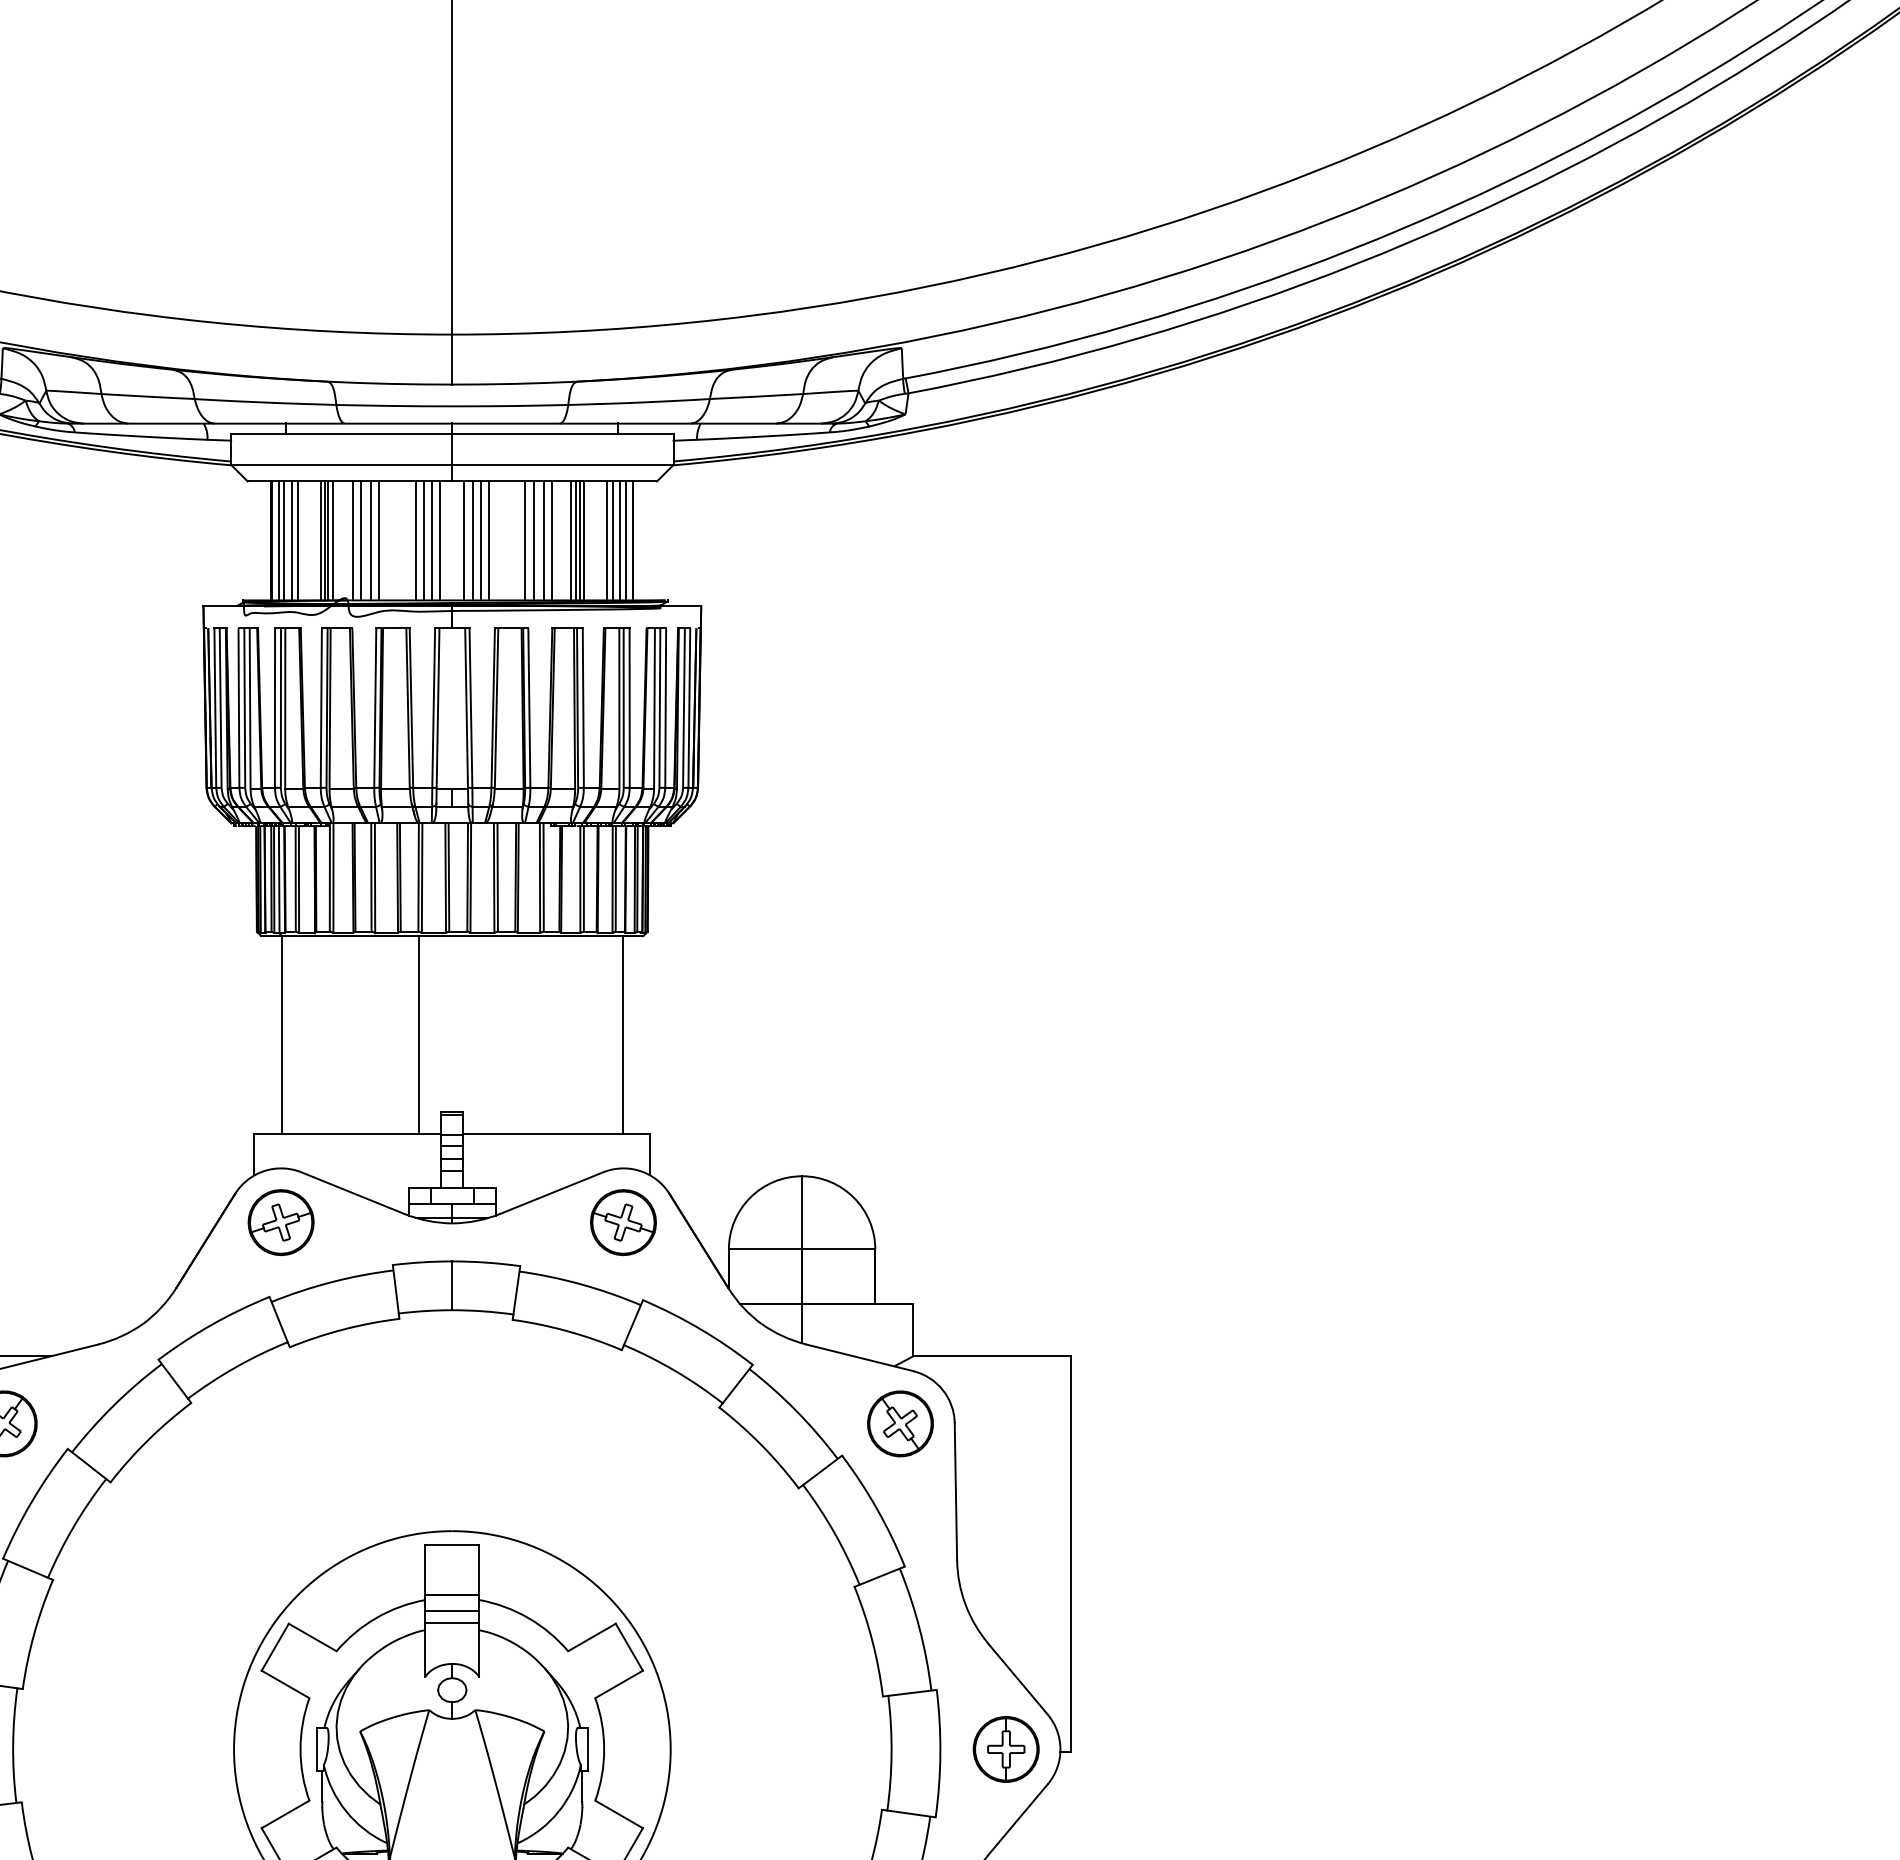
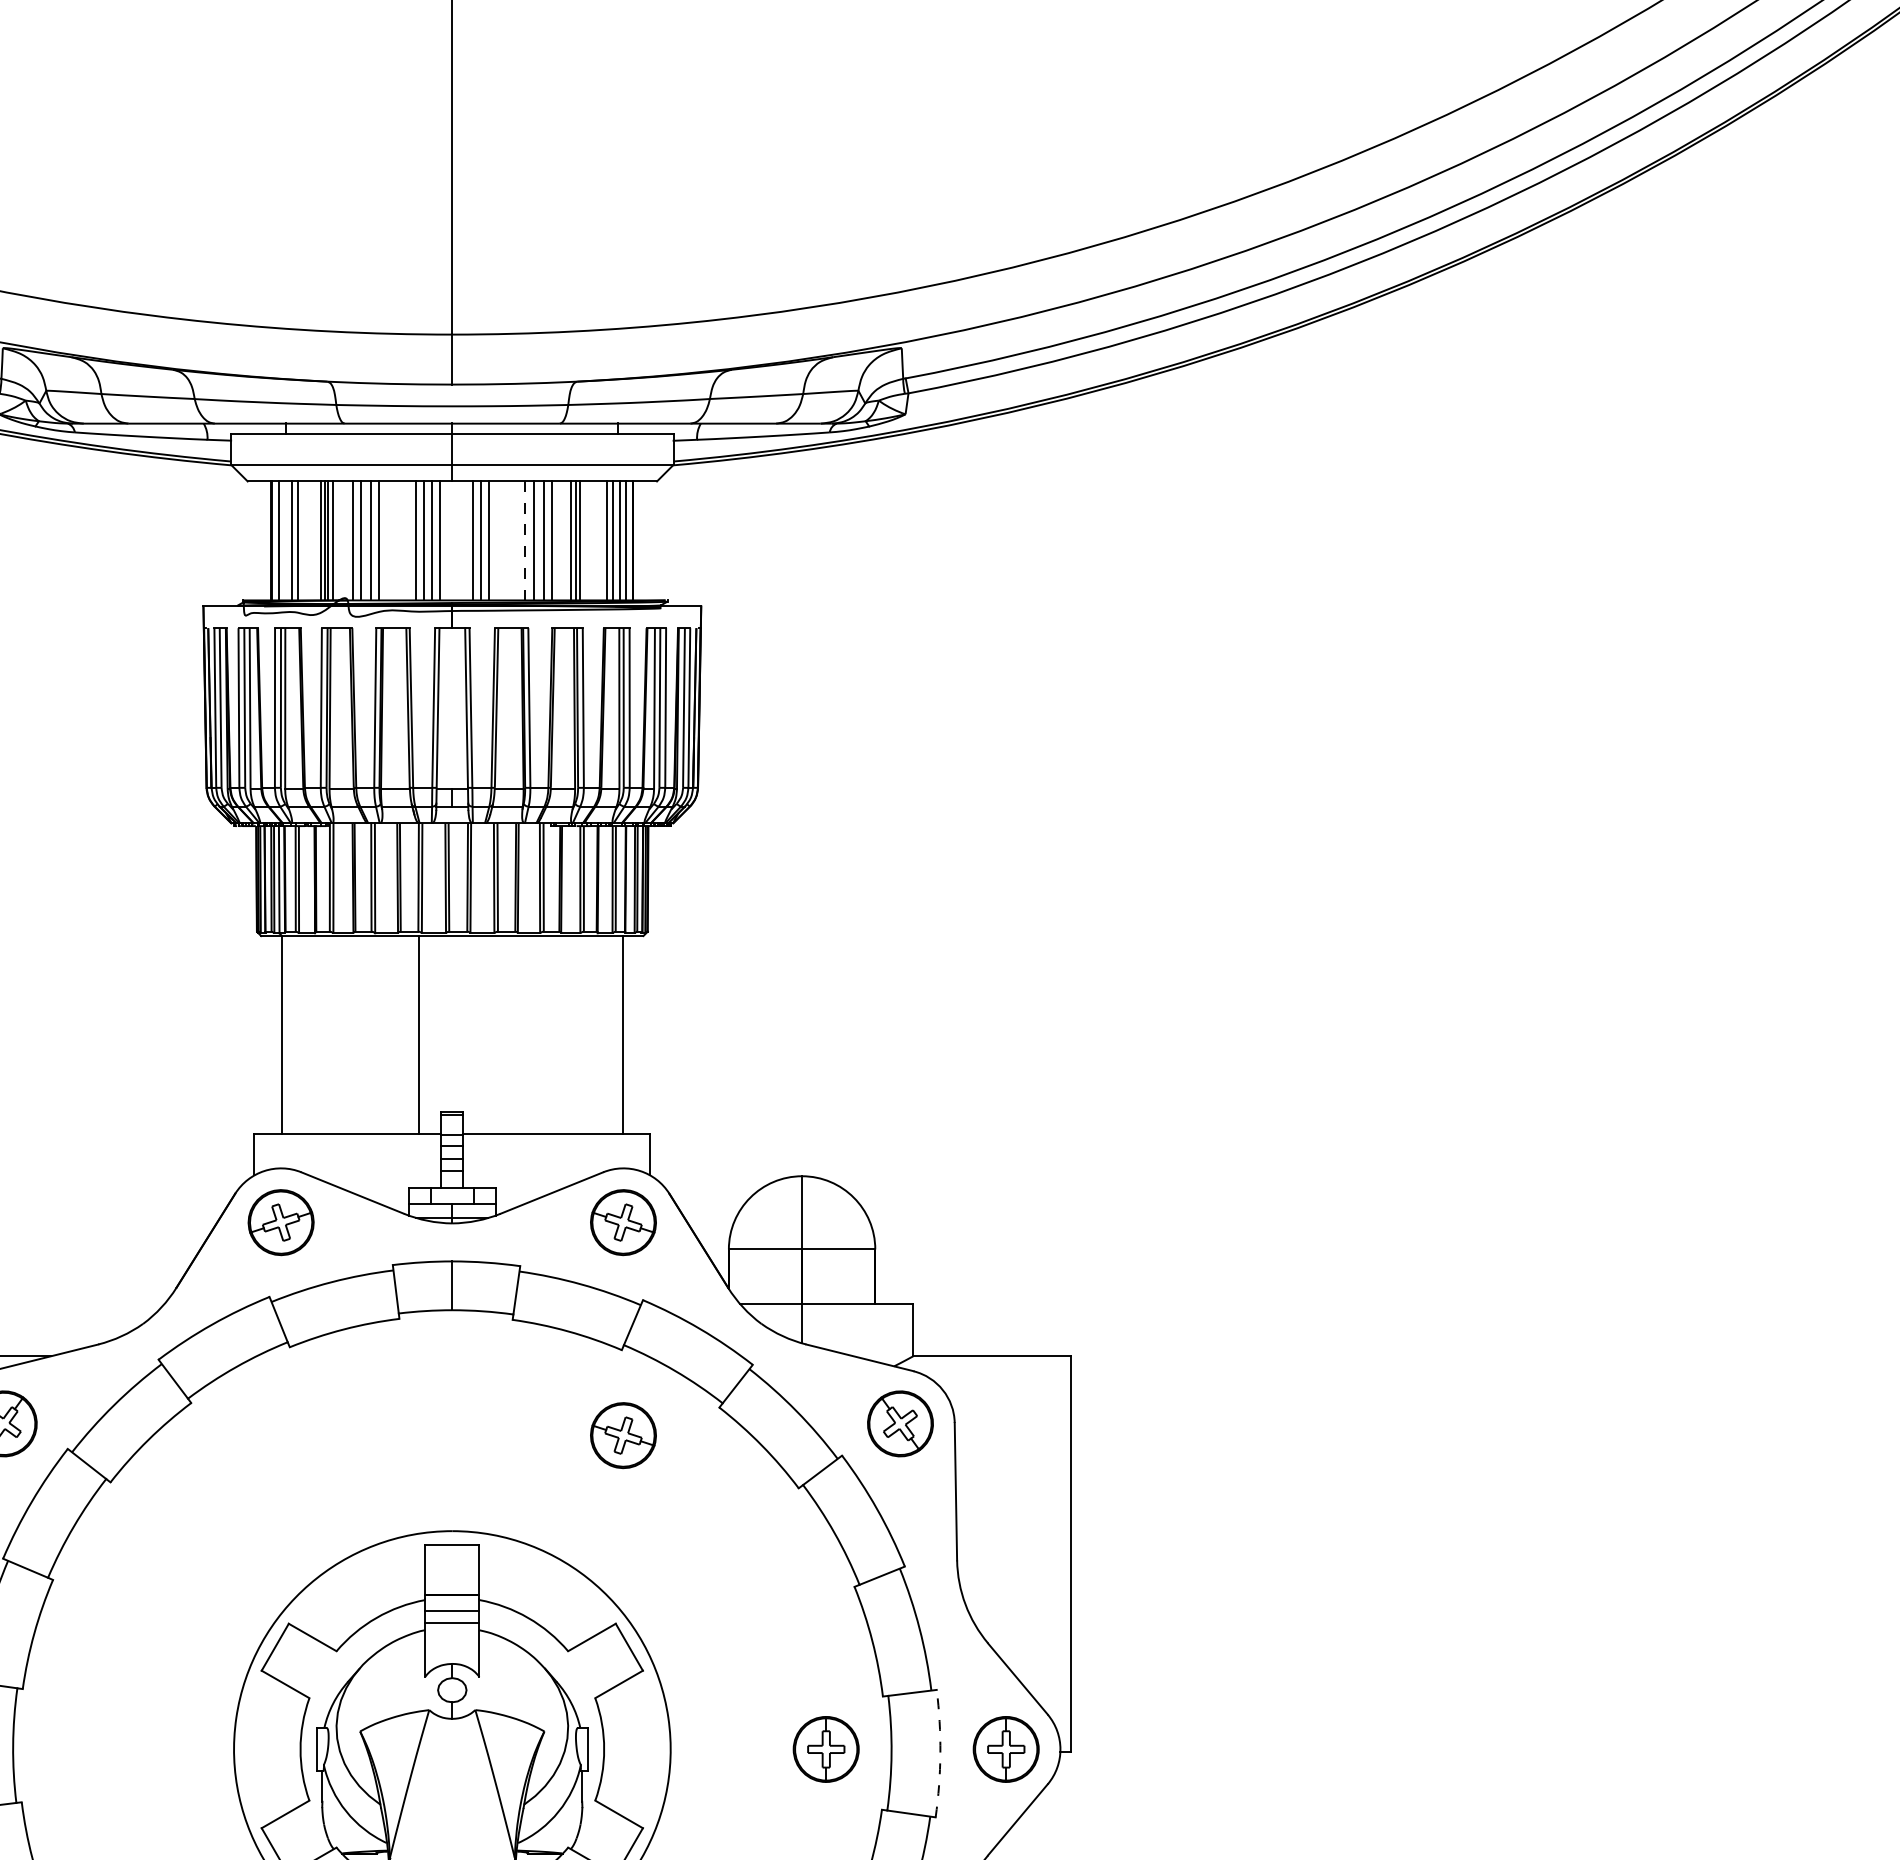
line at (284, 540): present -> none
line at (464, 540): present -> none
line at (525, 540): solid -> dashed
line at (584, 540): present -> none
part at (623, 1435): none -> present
part at (825, 1749): none -> present
arc at (940, 1753): solid -> dashed
